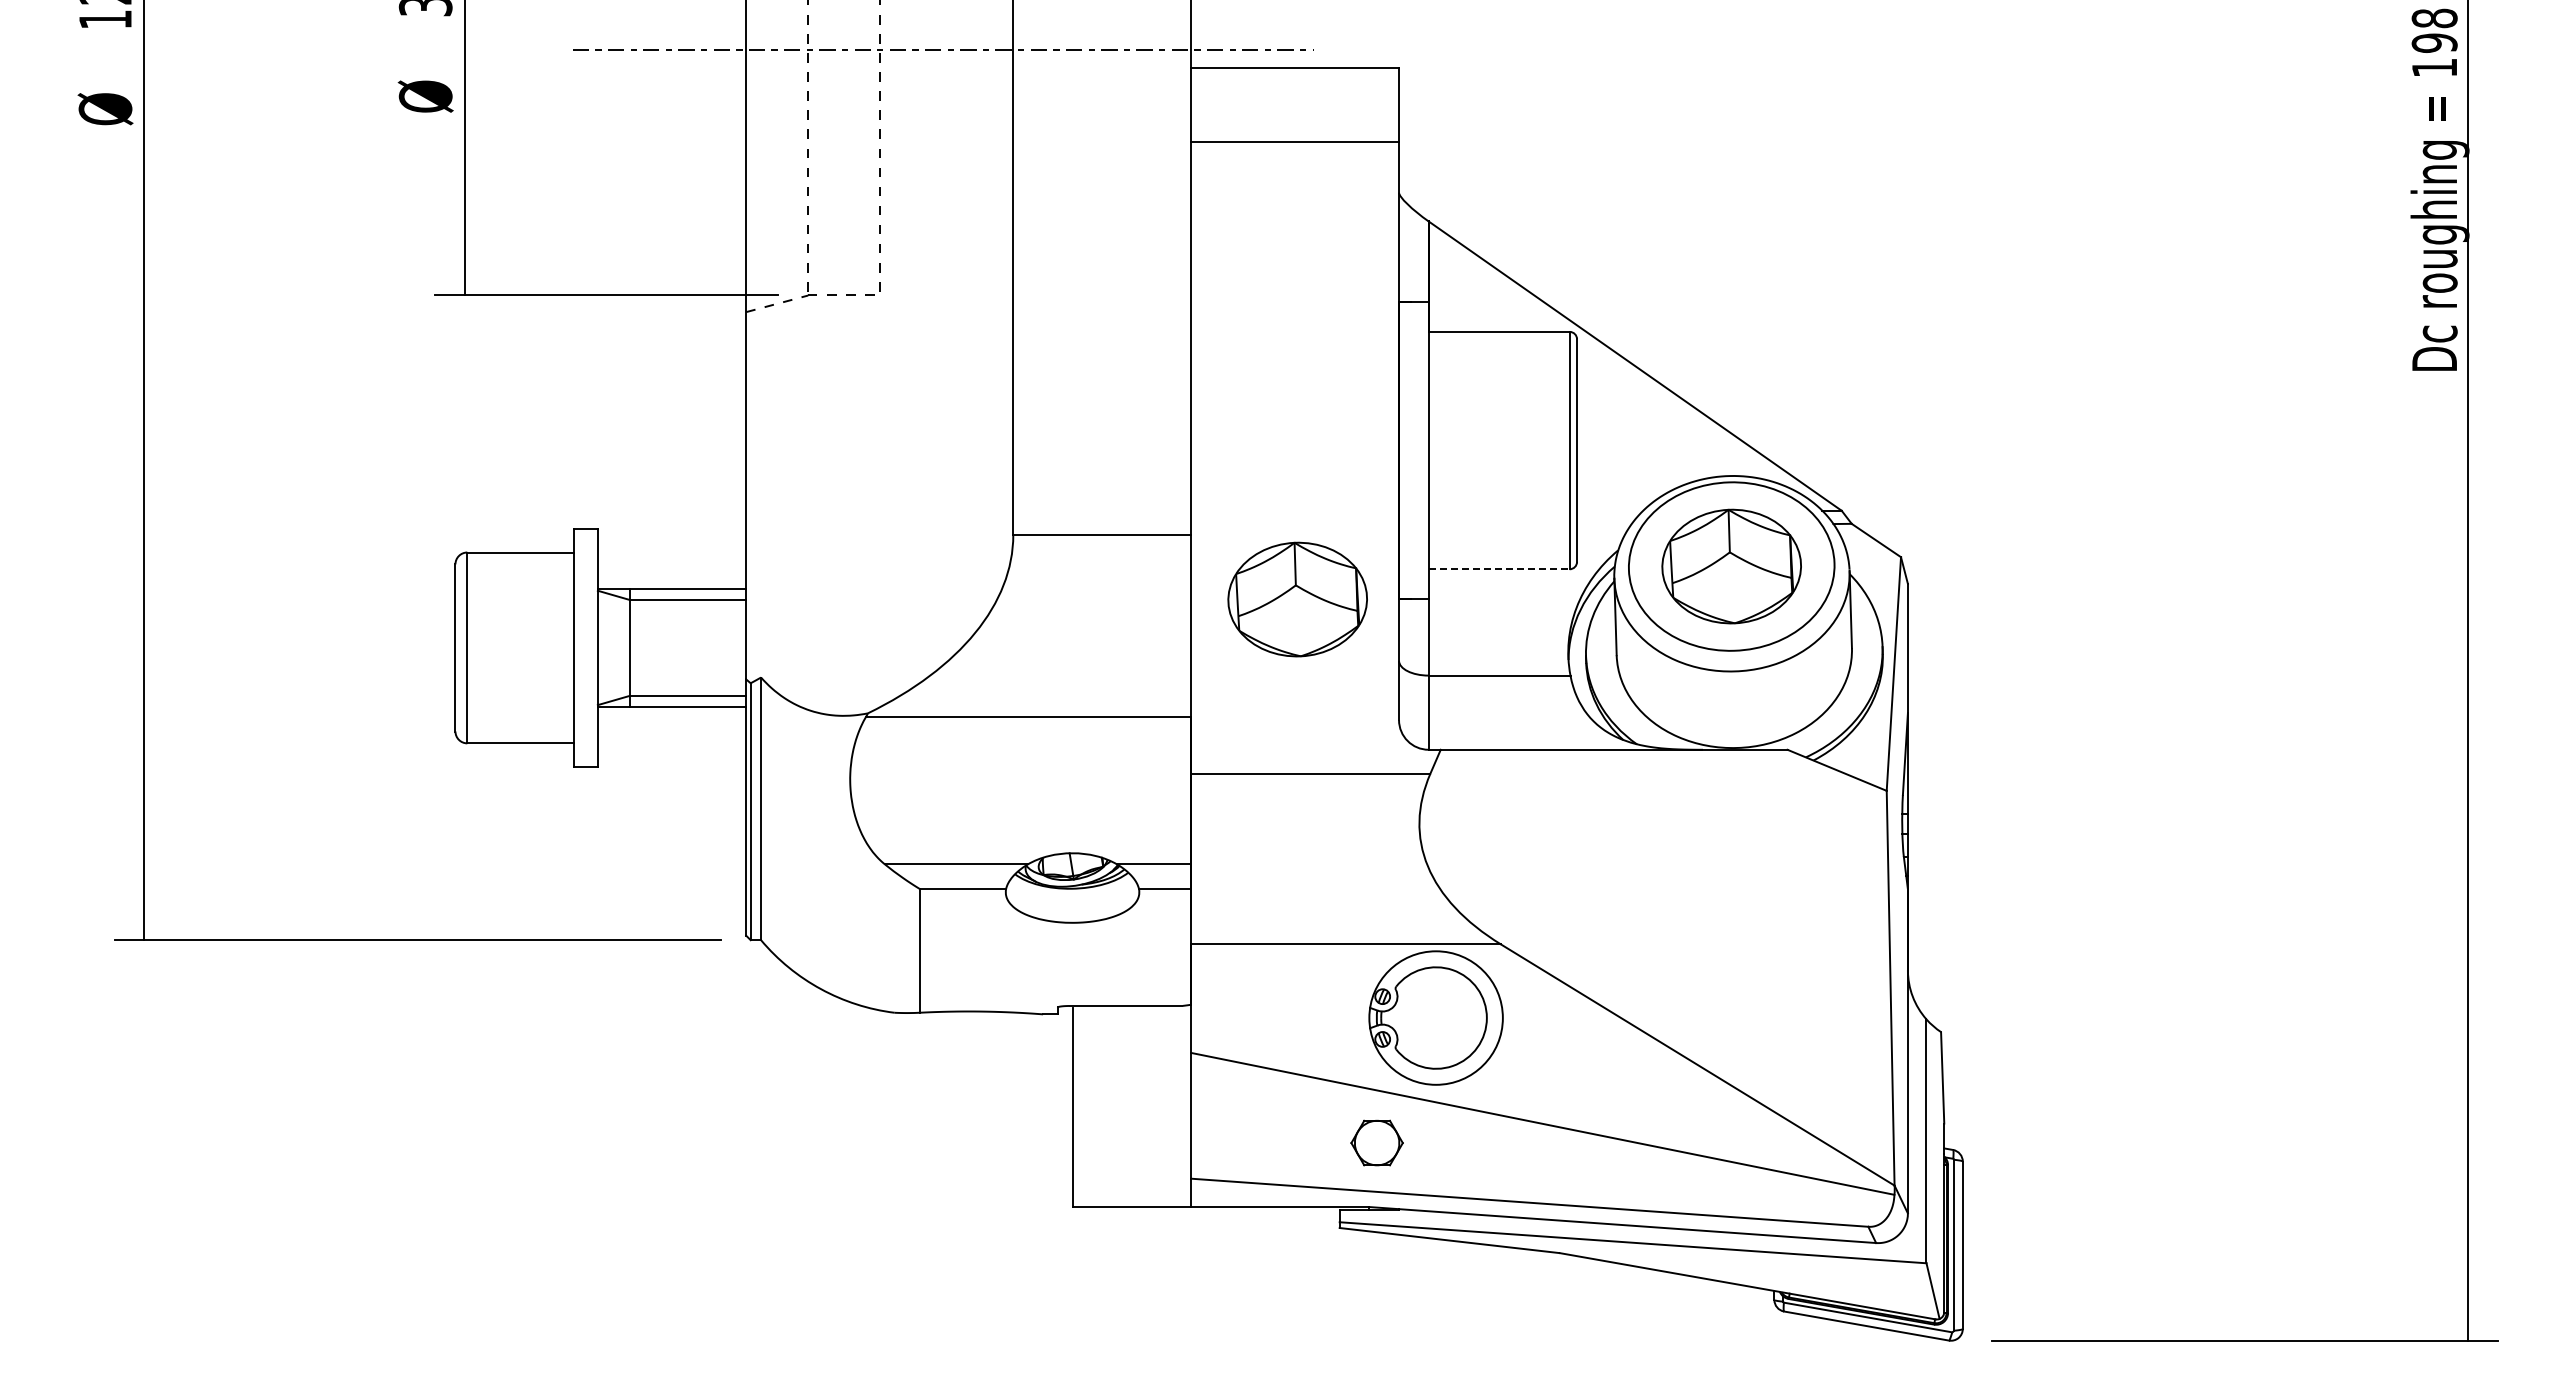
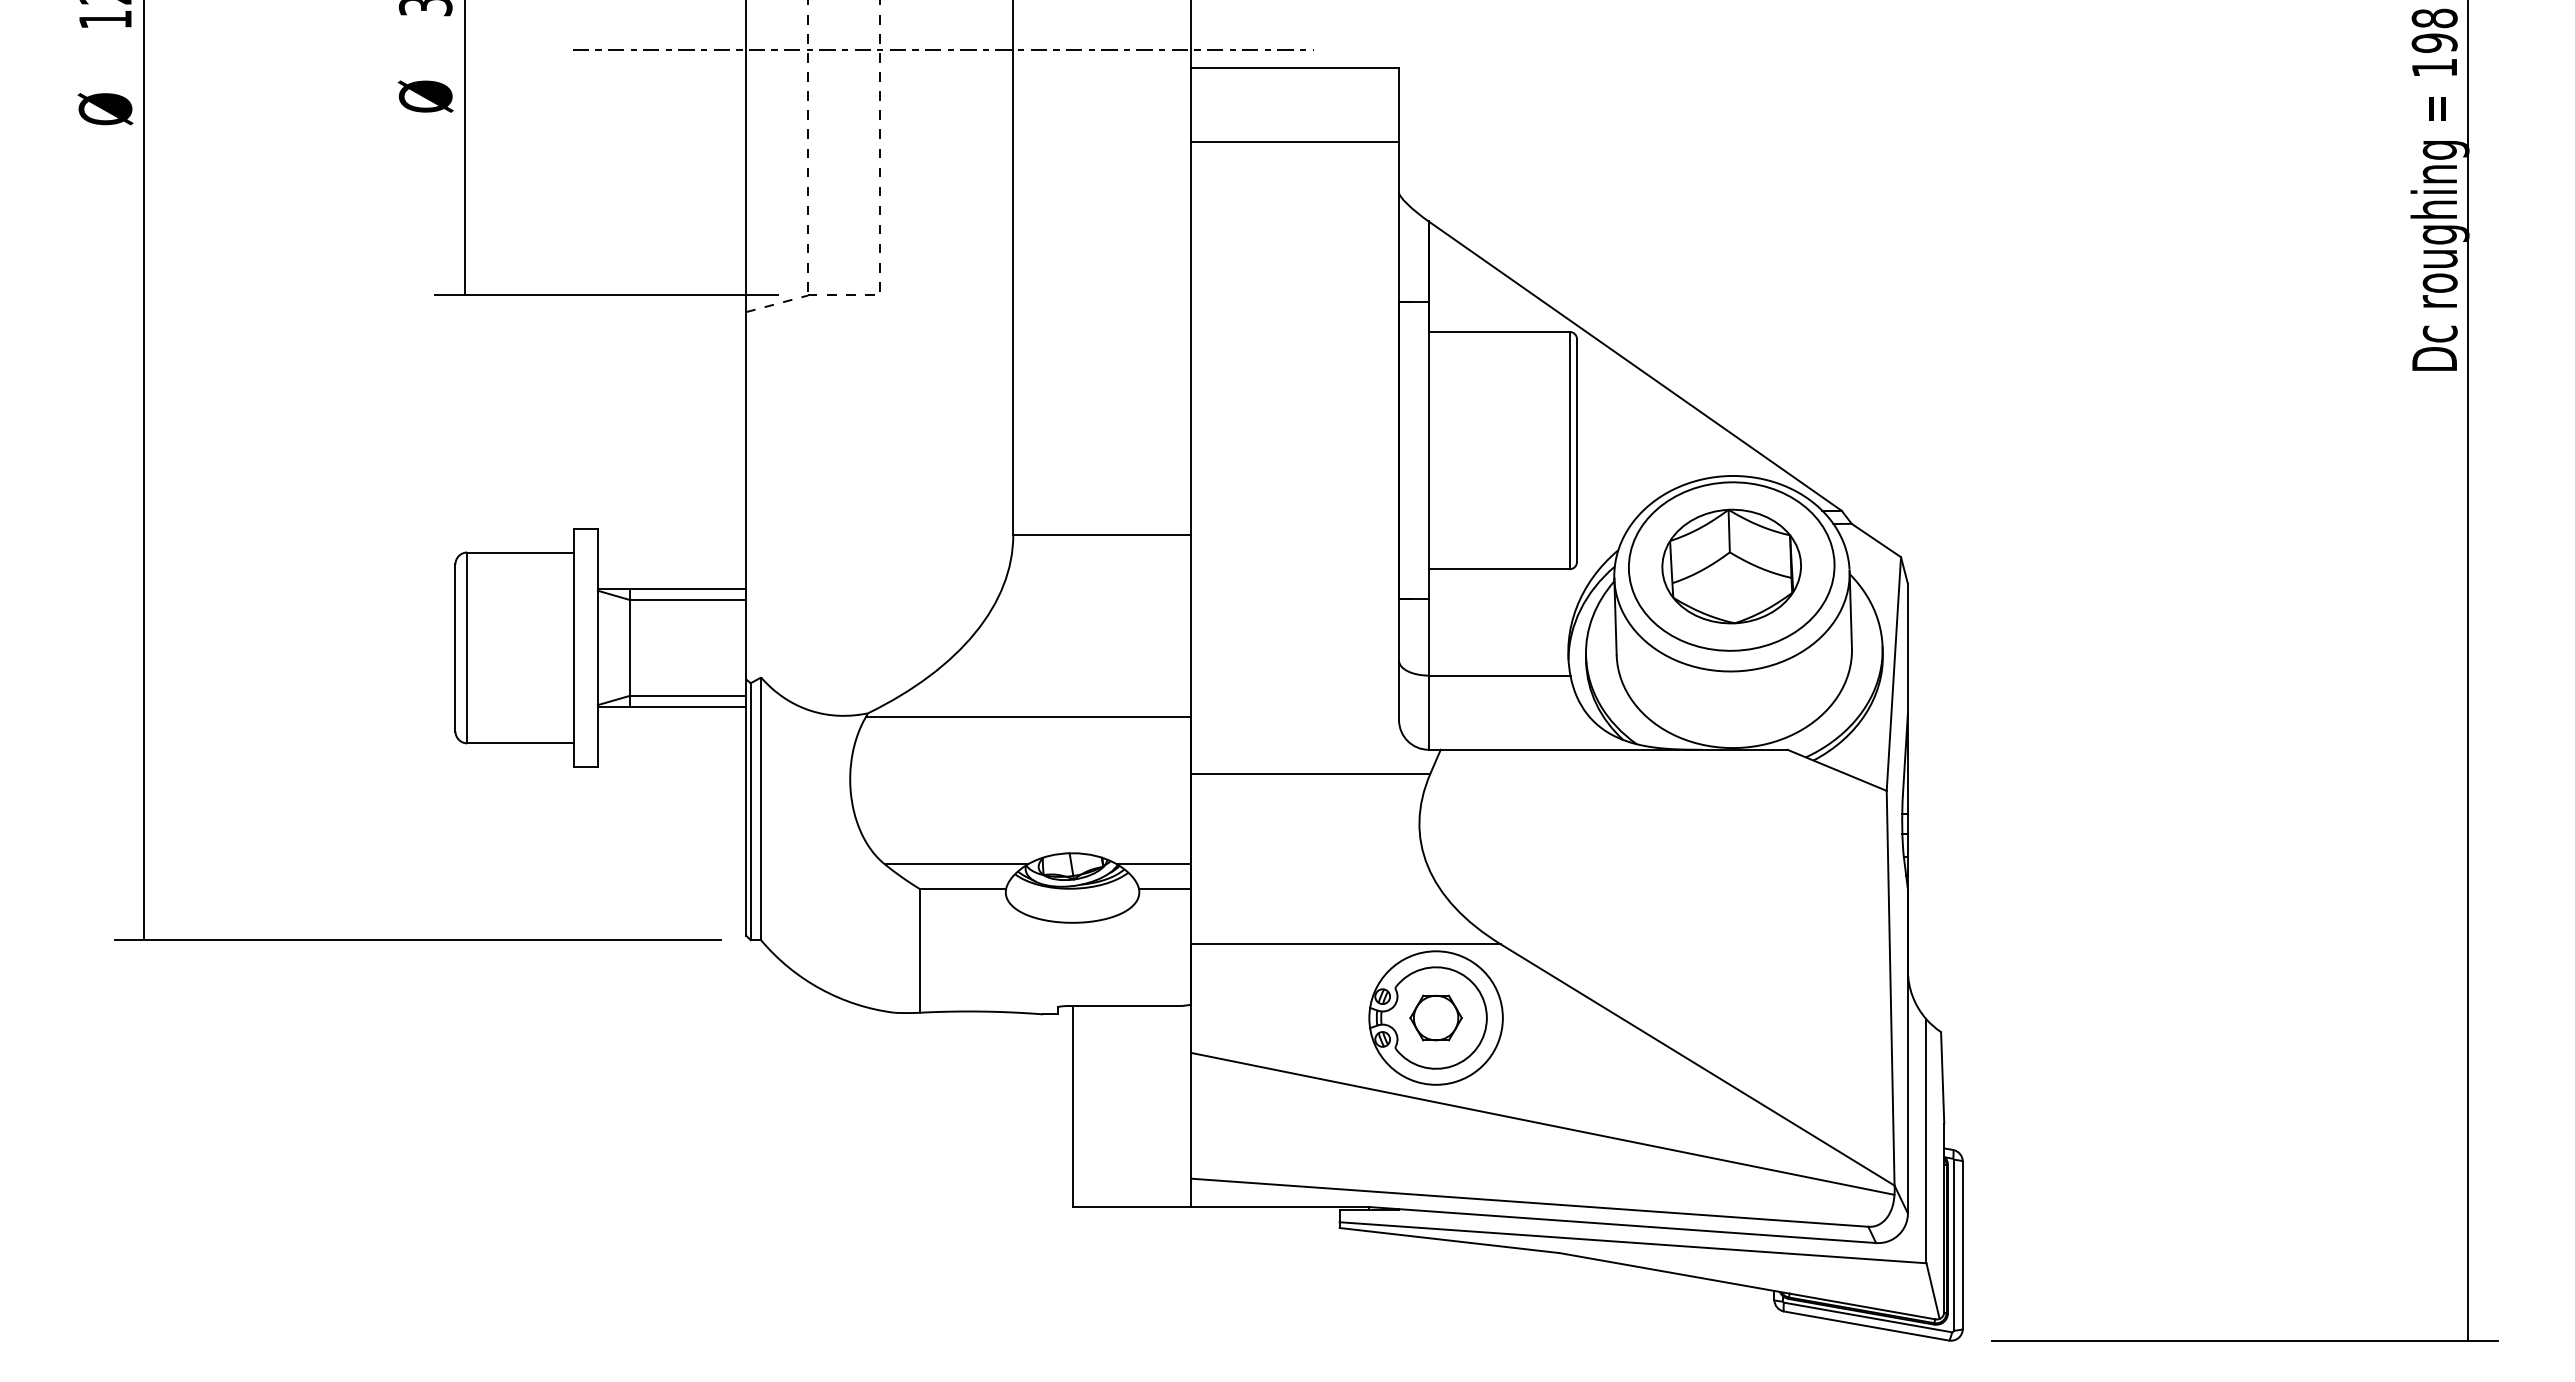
line at (1499, 569): dashed -> solid
part at (1297, 599): present -> none
part at (1376, 1142) position: (1376, 1142) -> (1435, 1017)
